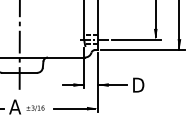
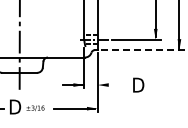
line at (142, 50): solid -> dashed
line at (111, 85): present -> none
text at (15, 106): A -> D
